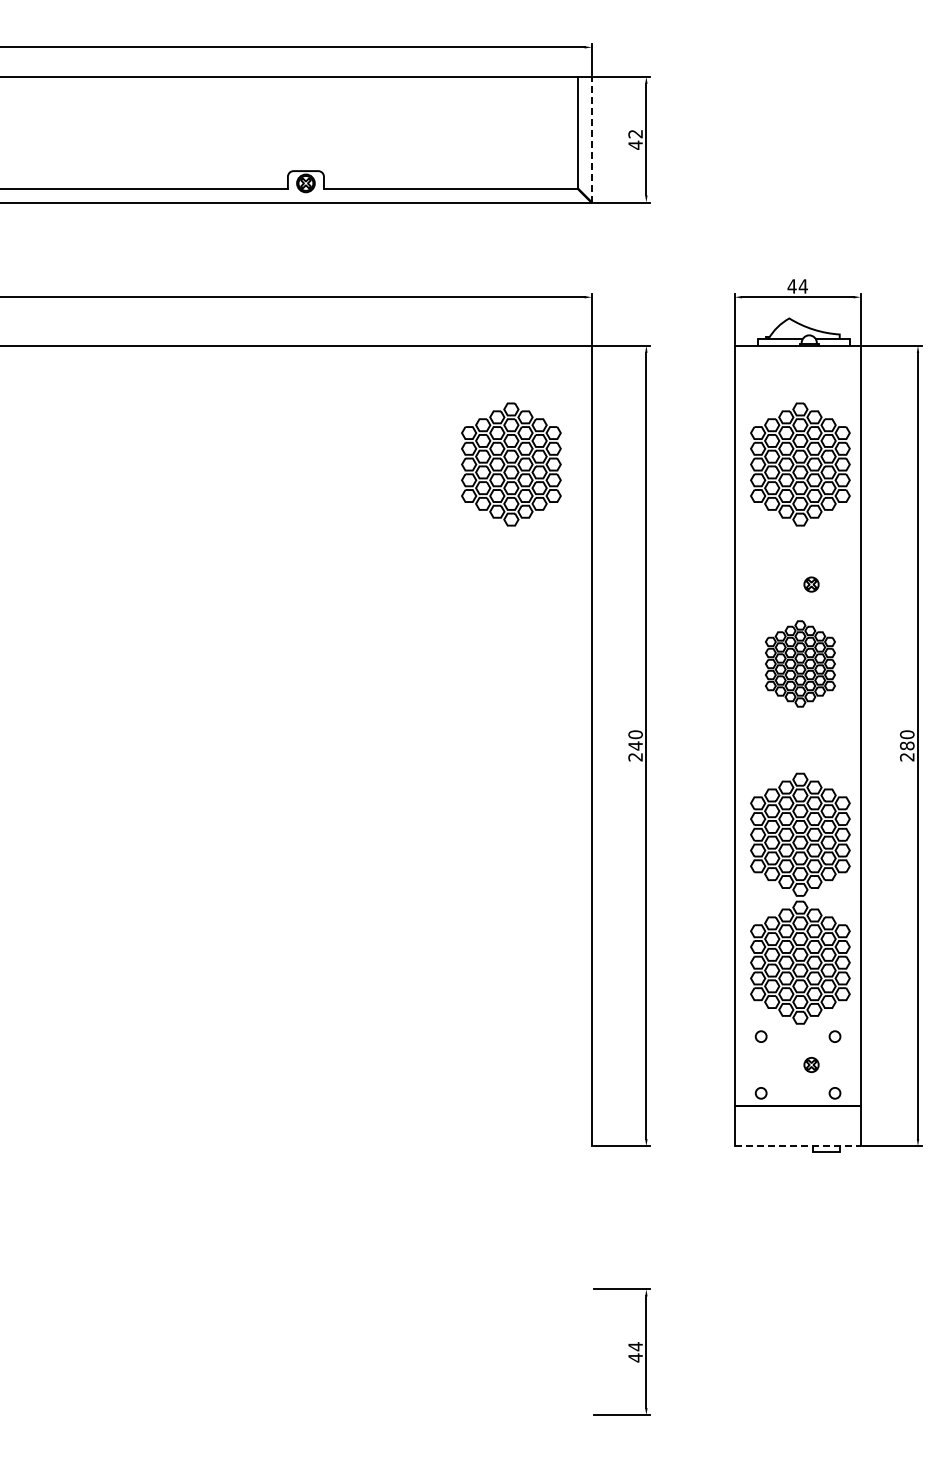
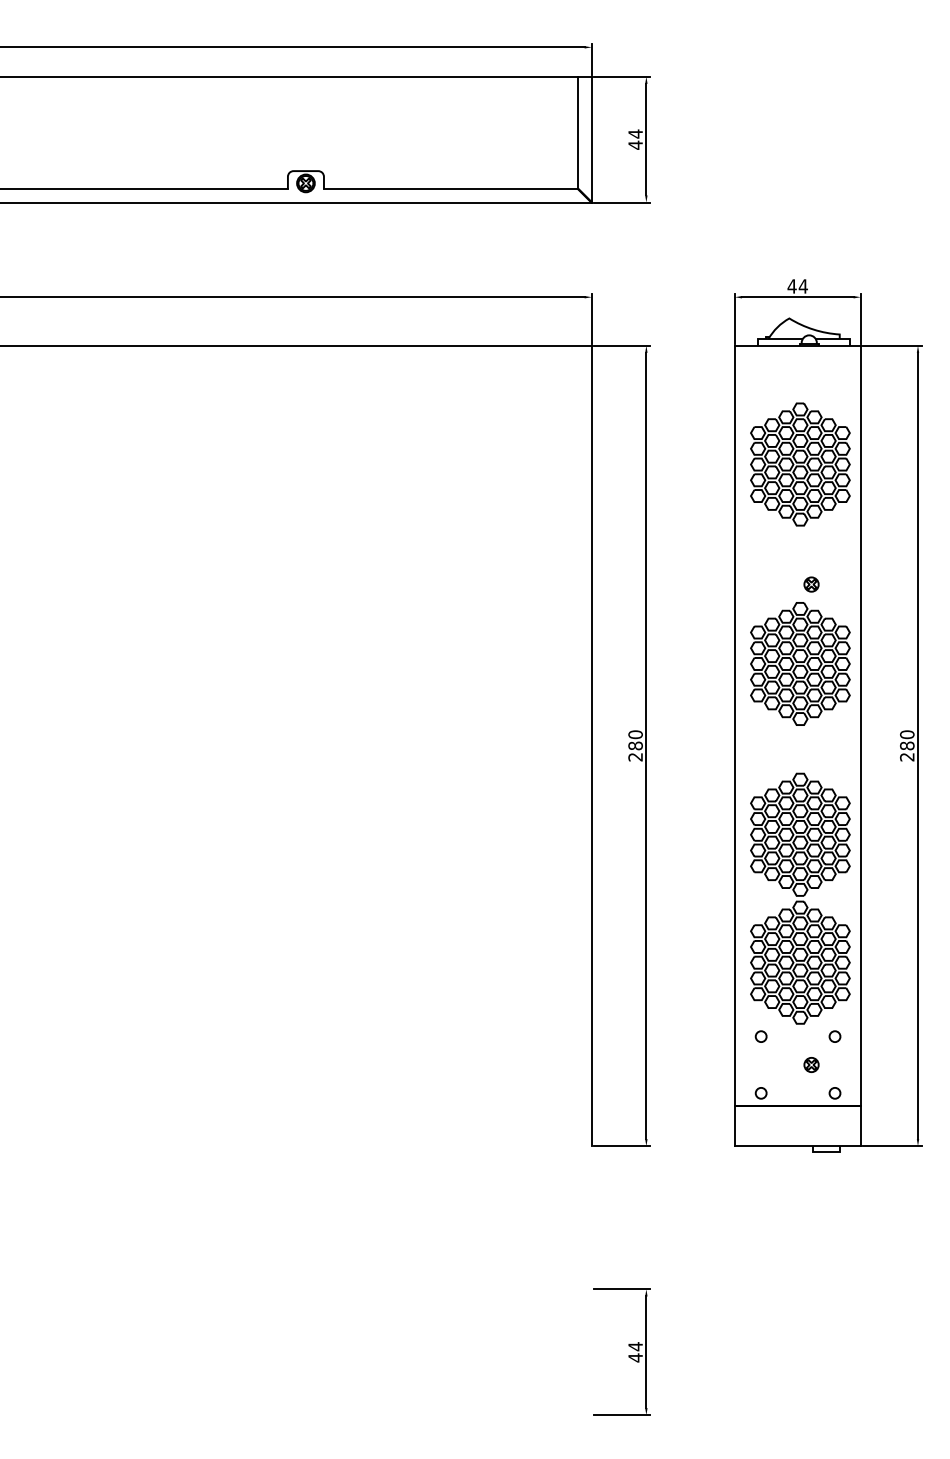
text at (635, 133): 42 -> 44
line at (591, 139): dashed -> solid
part at (511, 464): present -> none
part at (800, 663) size: 71x88 px -> 101x124 px
text at (635, 745): 240 -> 280
line at (797, 1146): dashed -> solid
